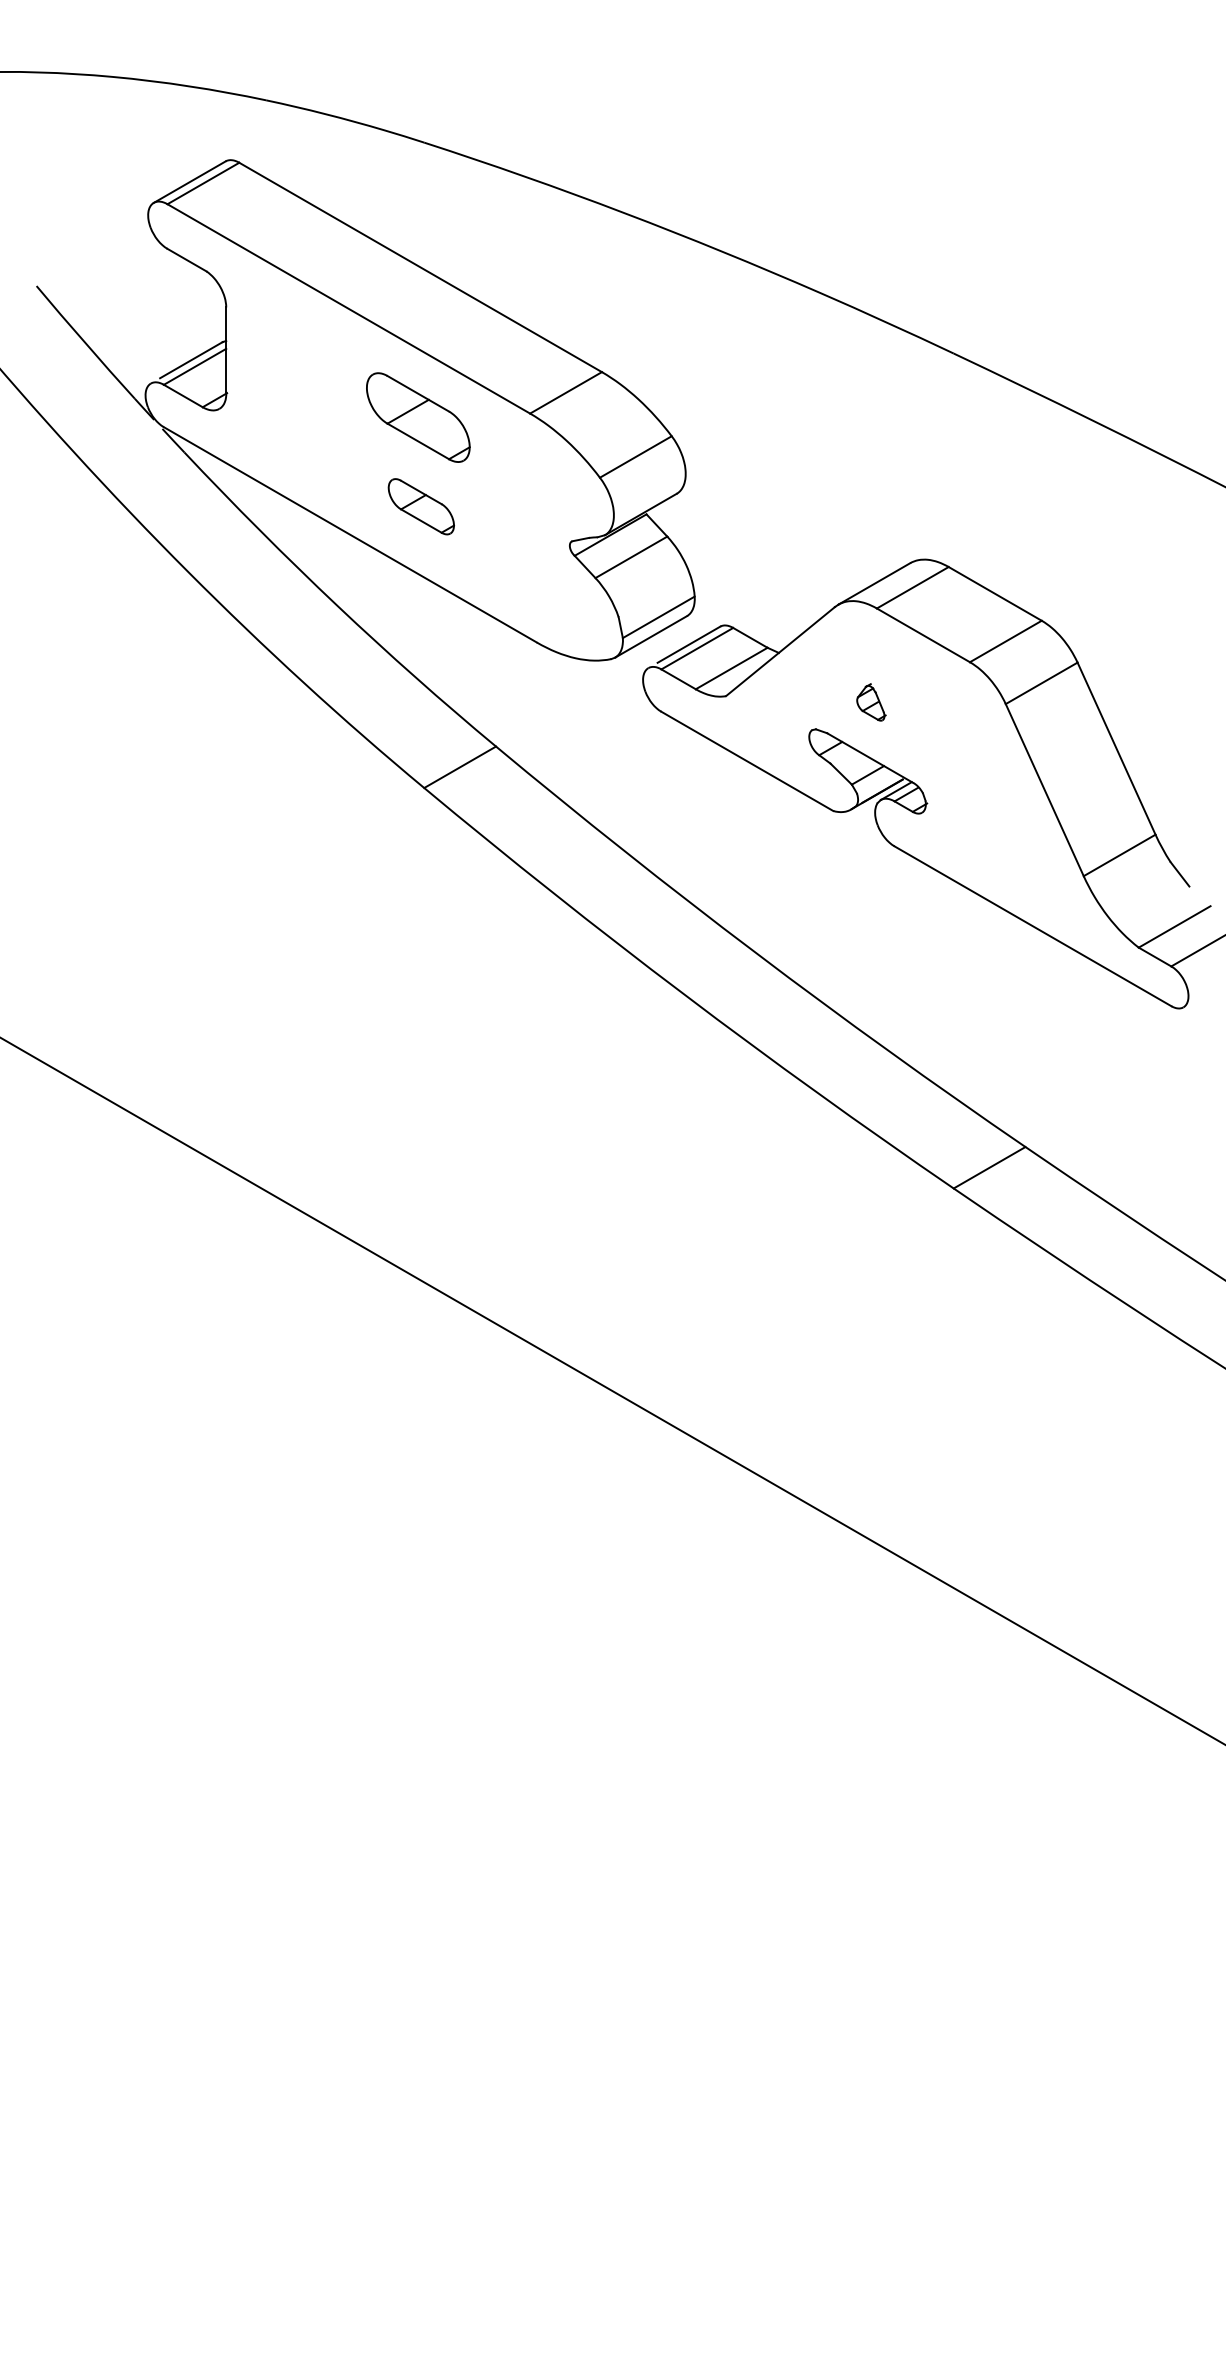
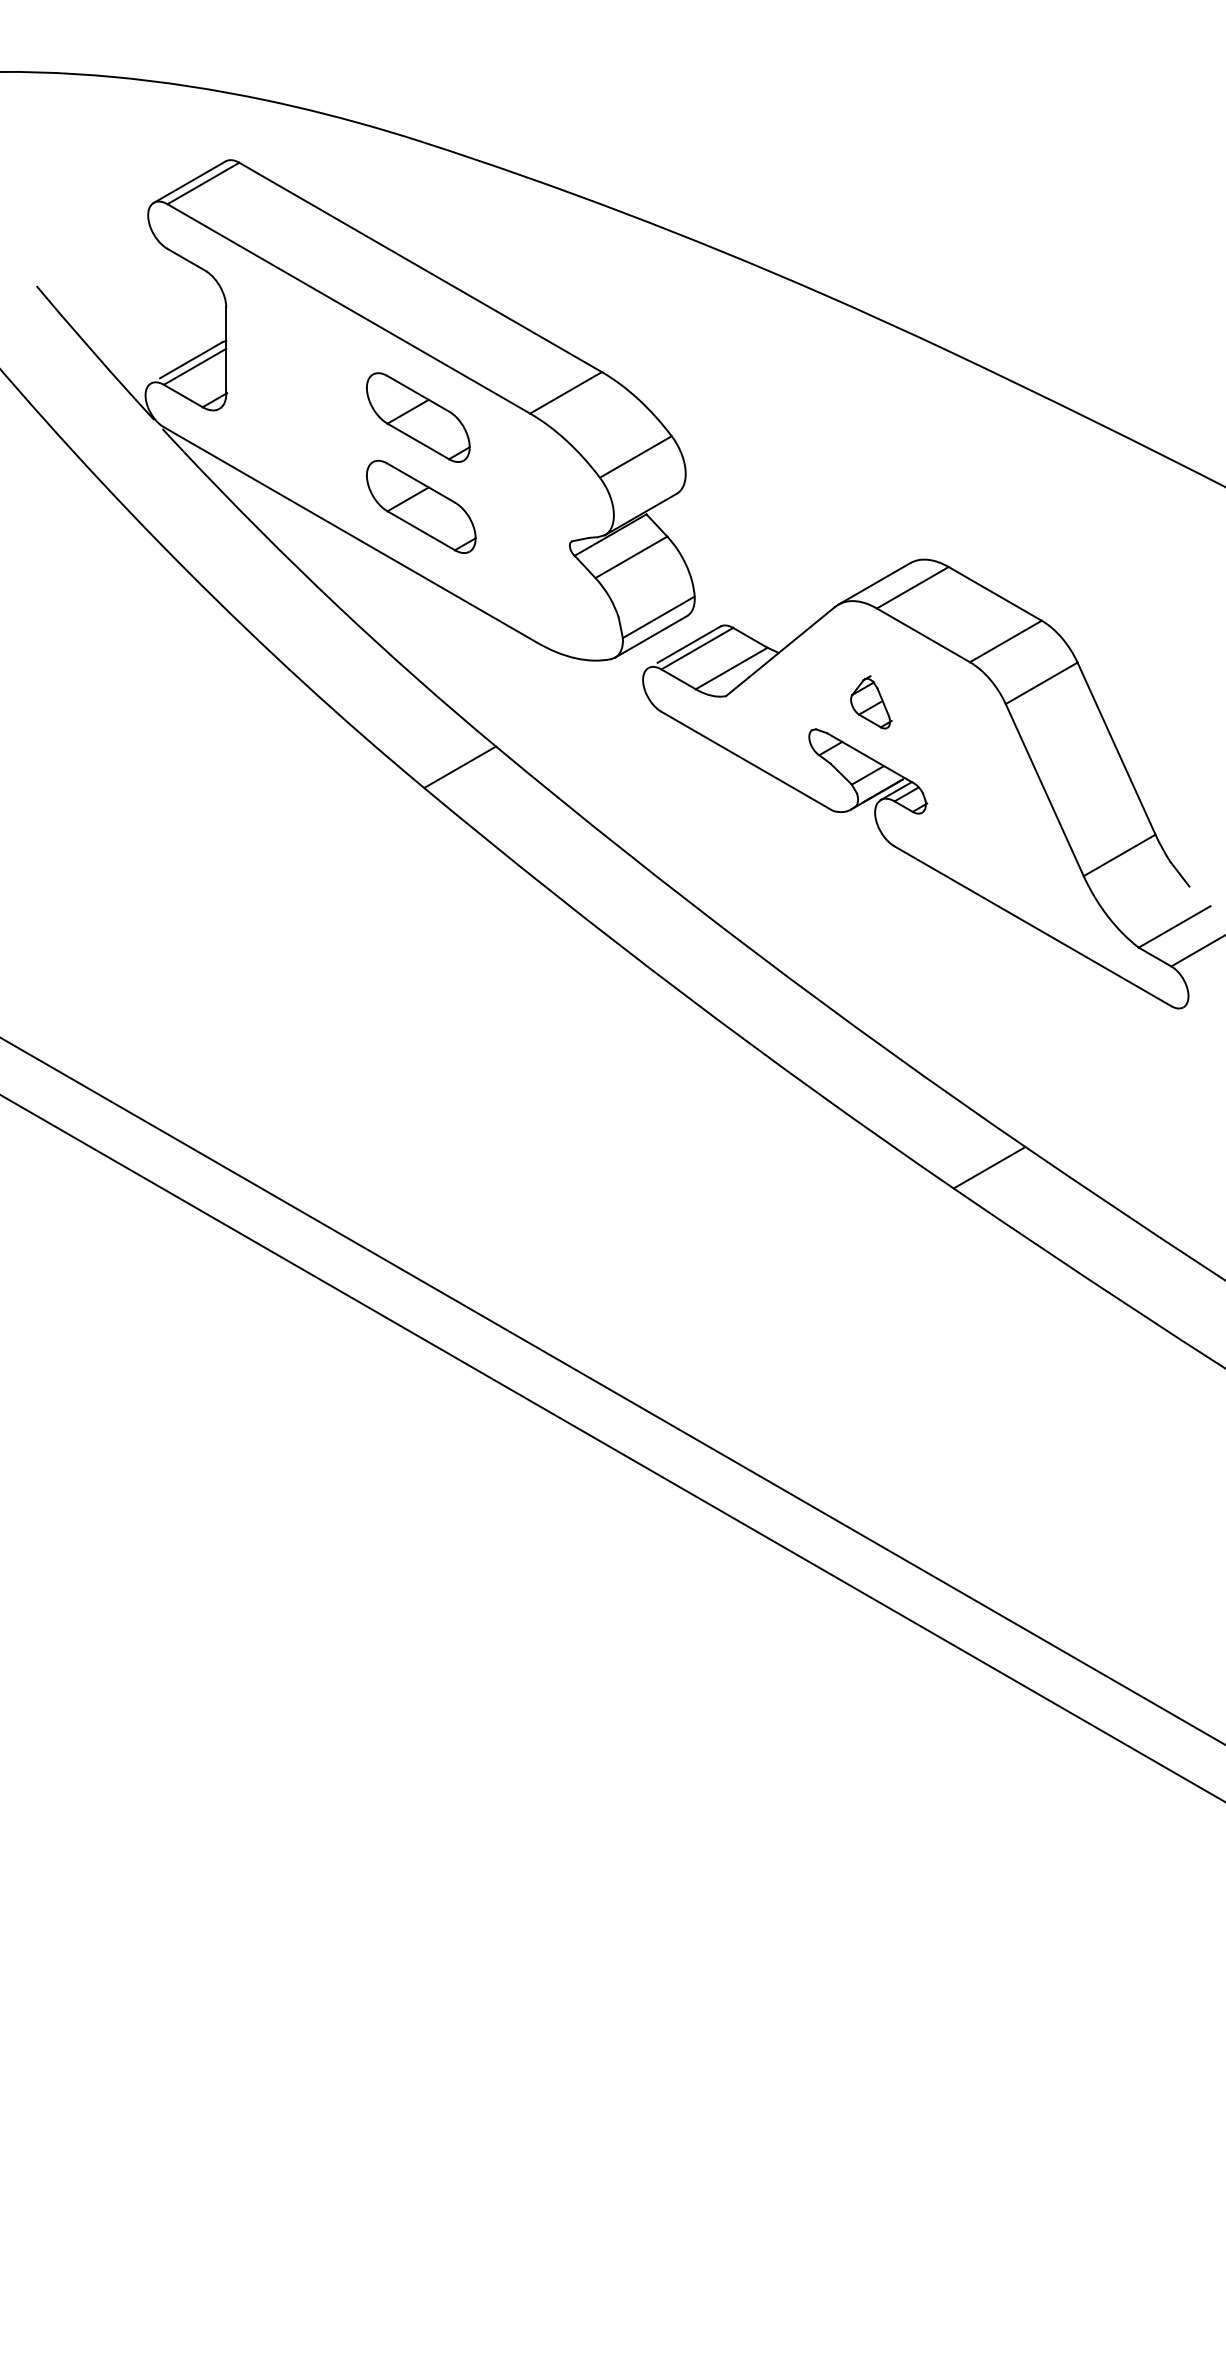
part at (420, 506) size: 68x58 px -> 111x95 px
part at (871, 702) size: 31x39 px -> 43x55 px
line at (612, 1448): none -> present
